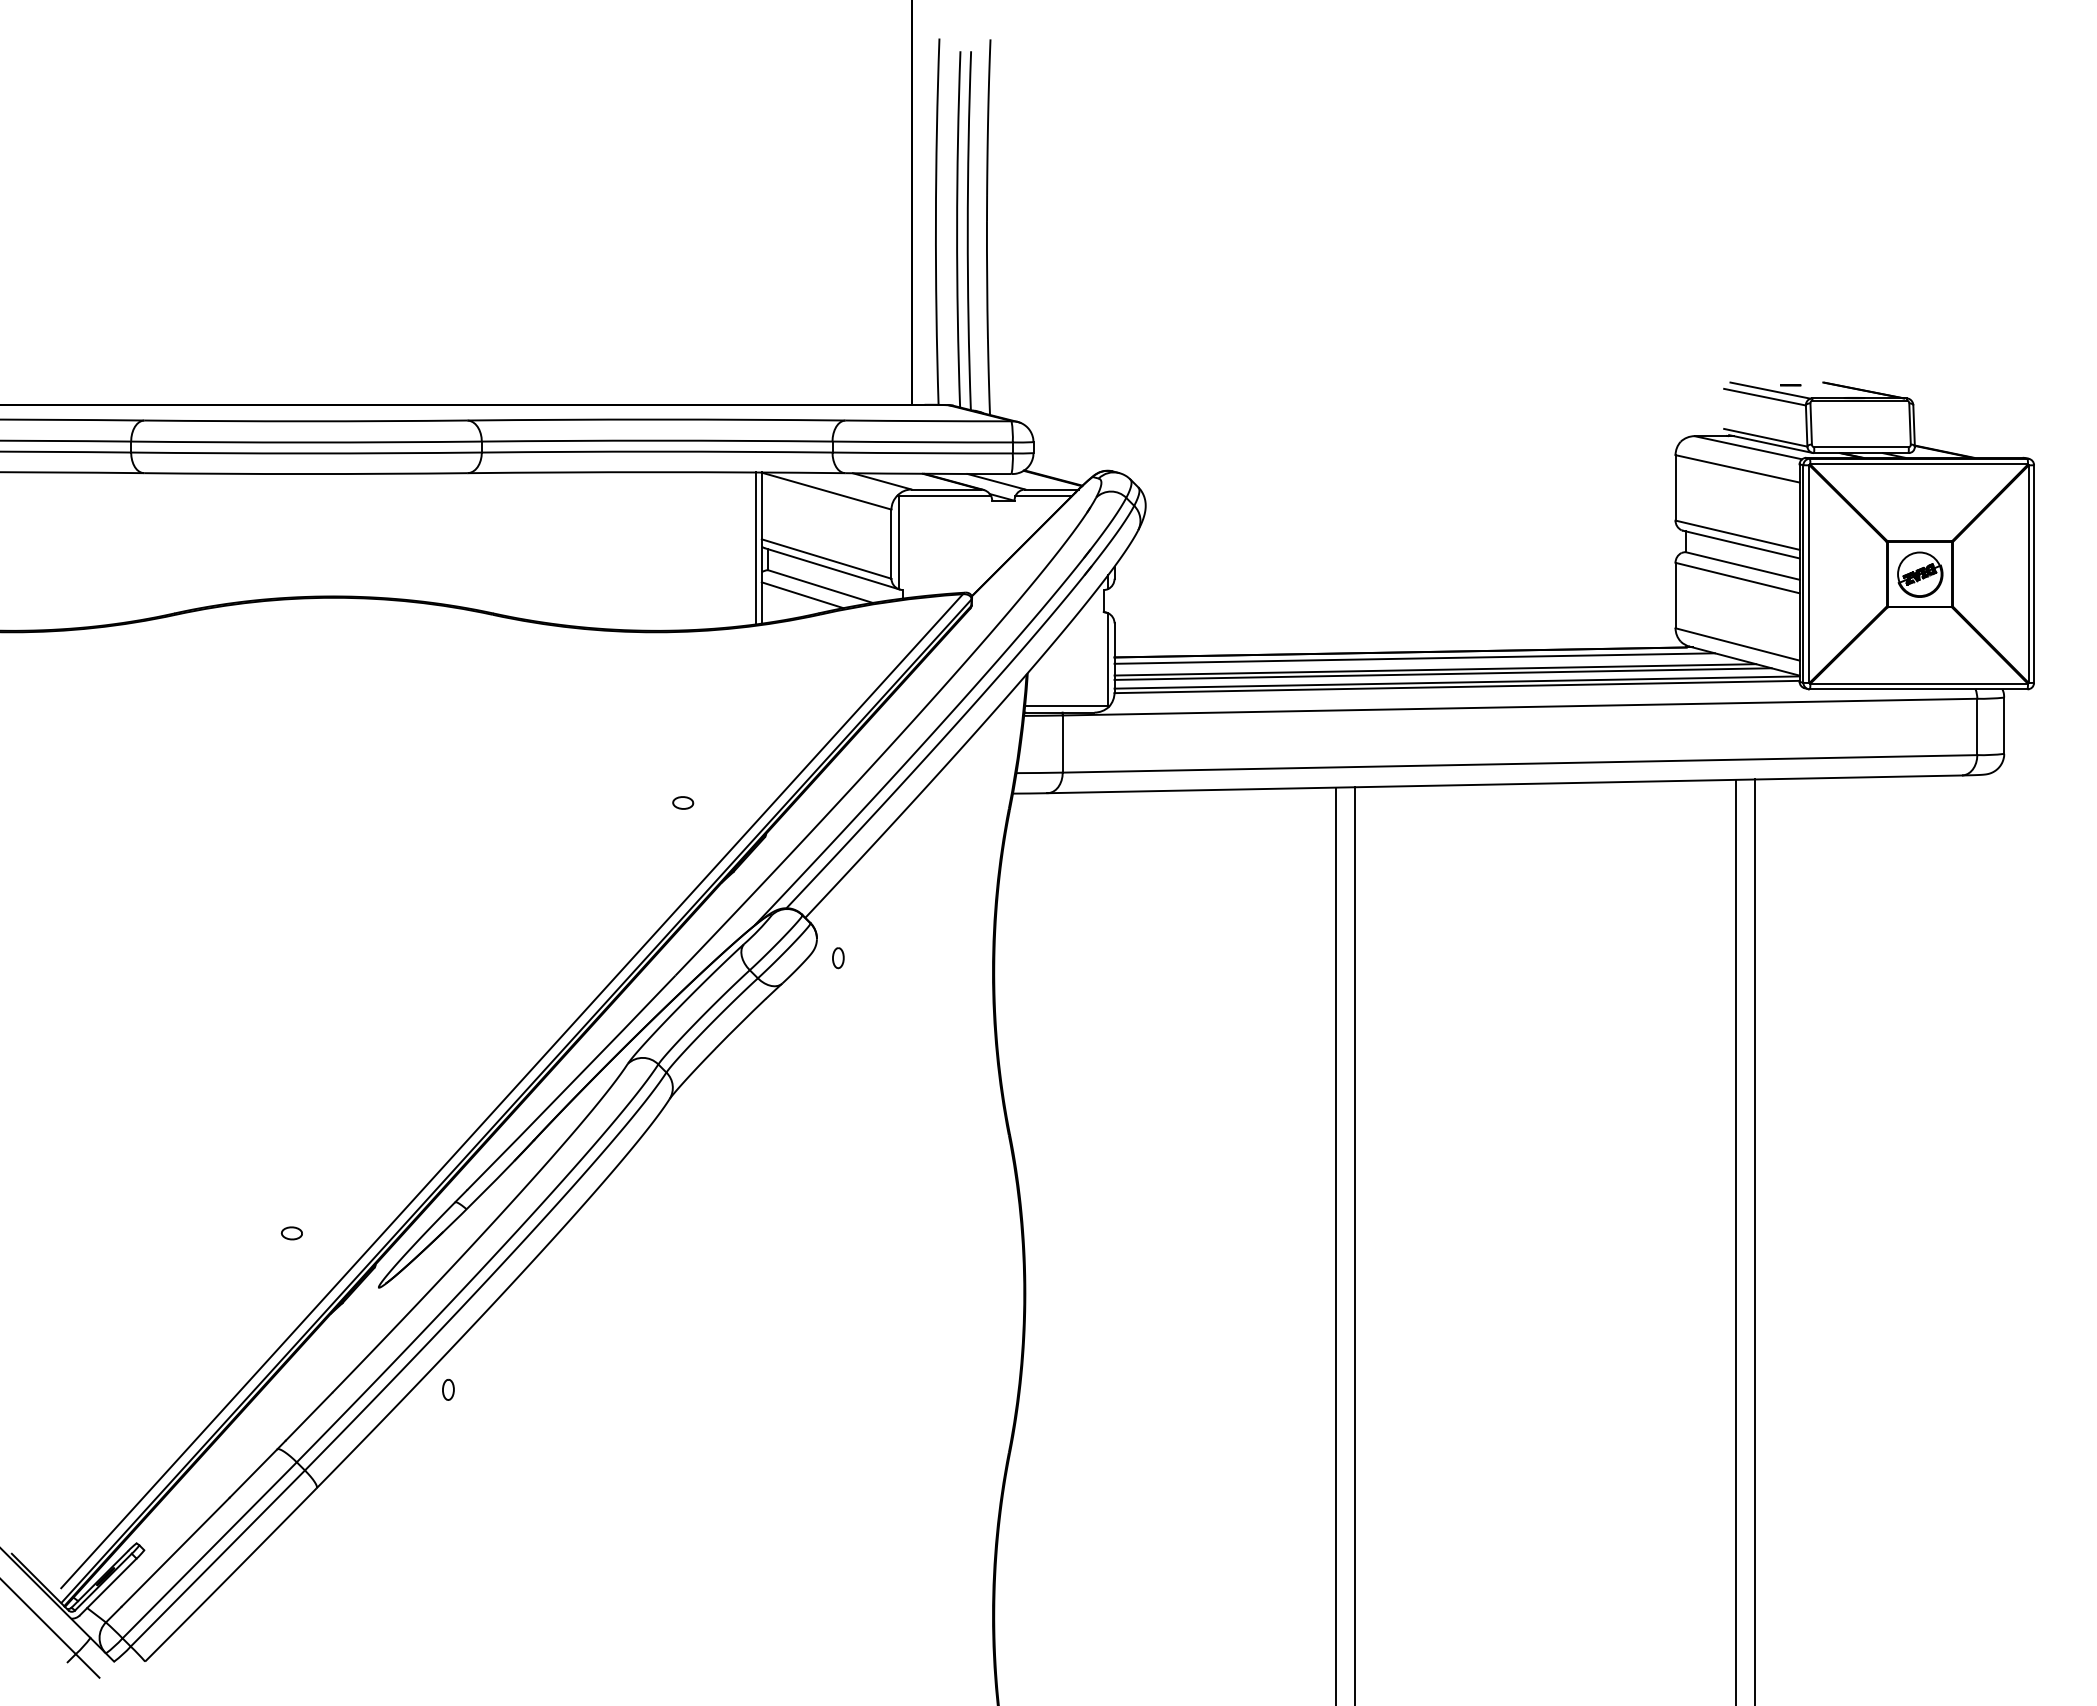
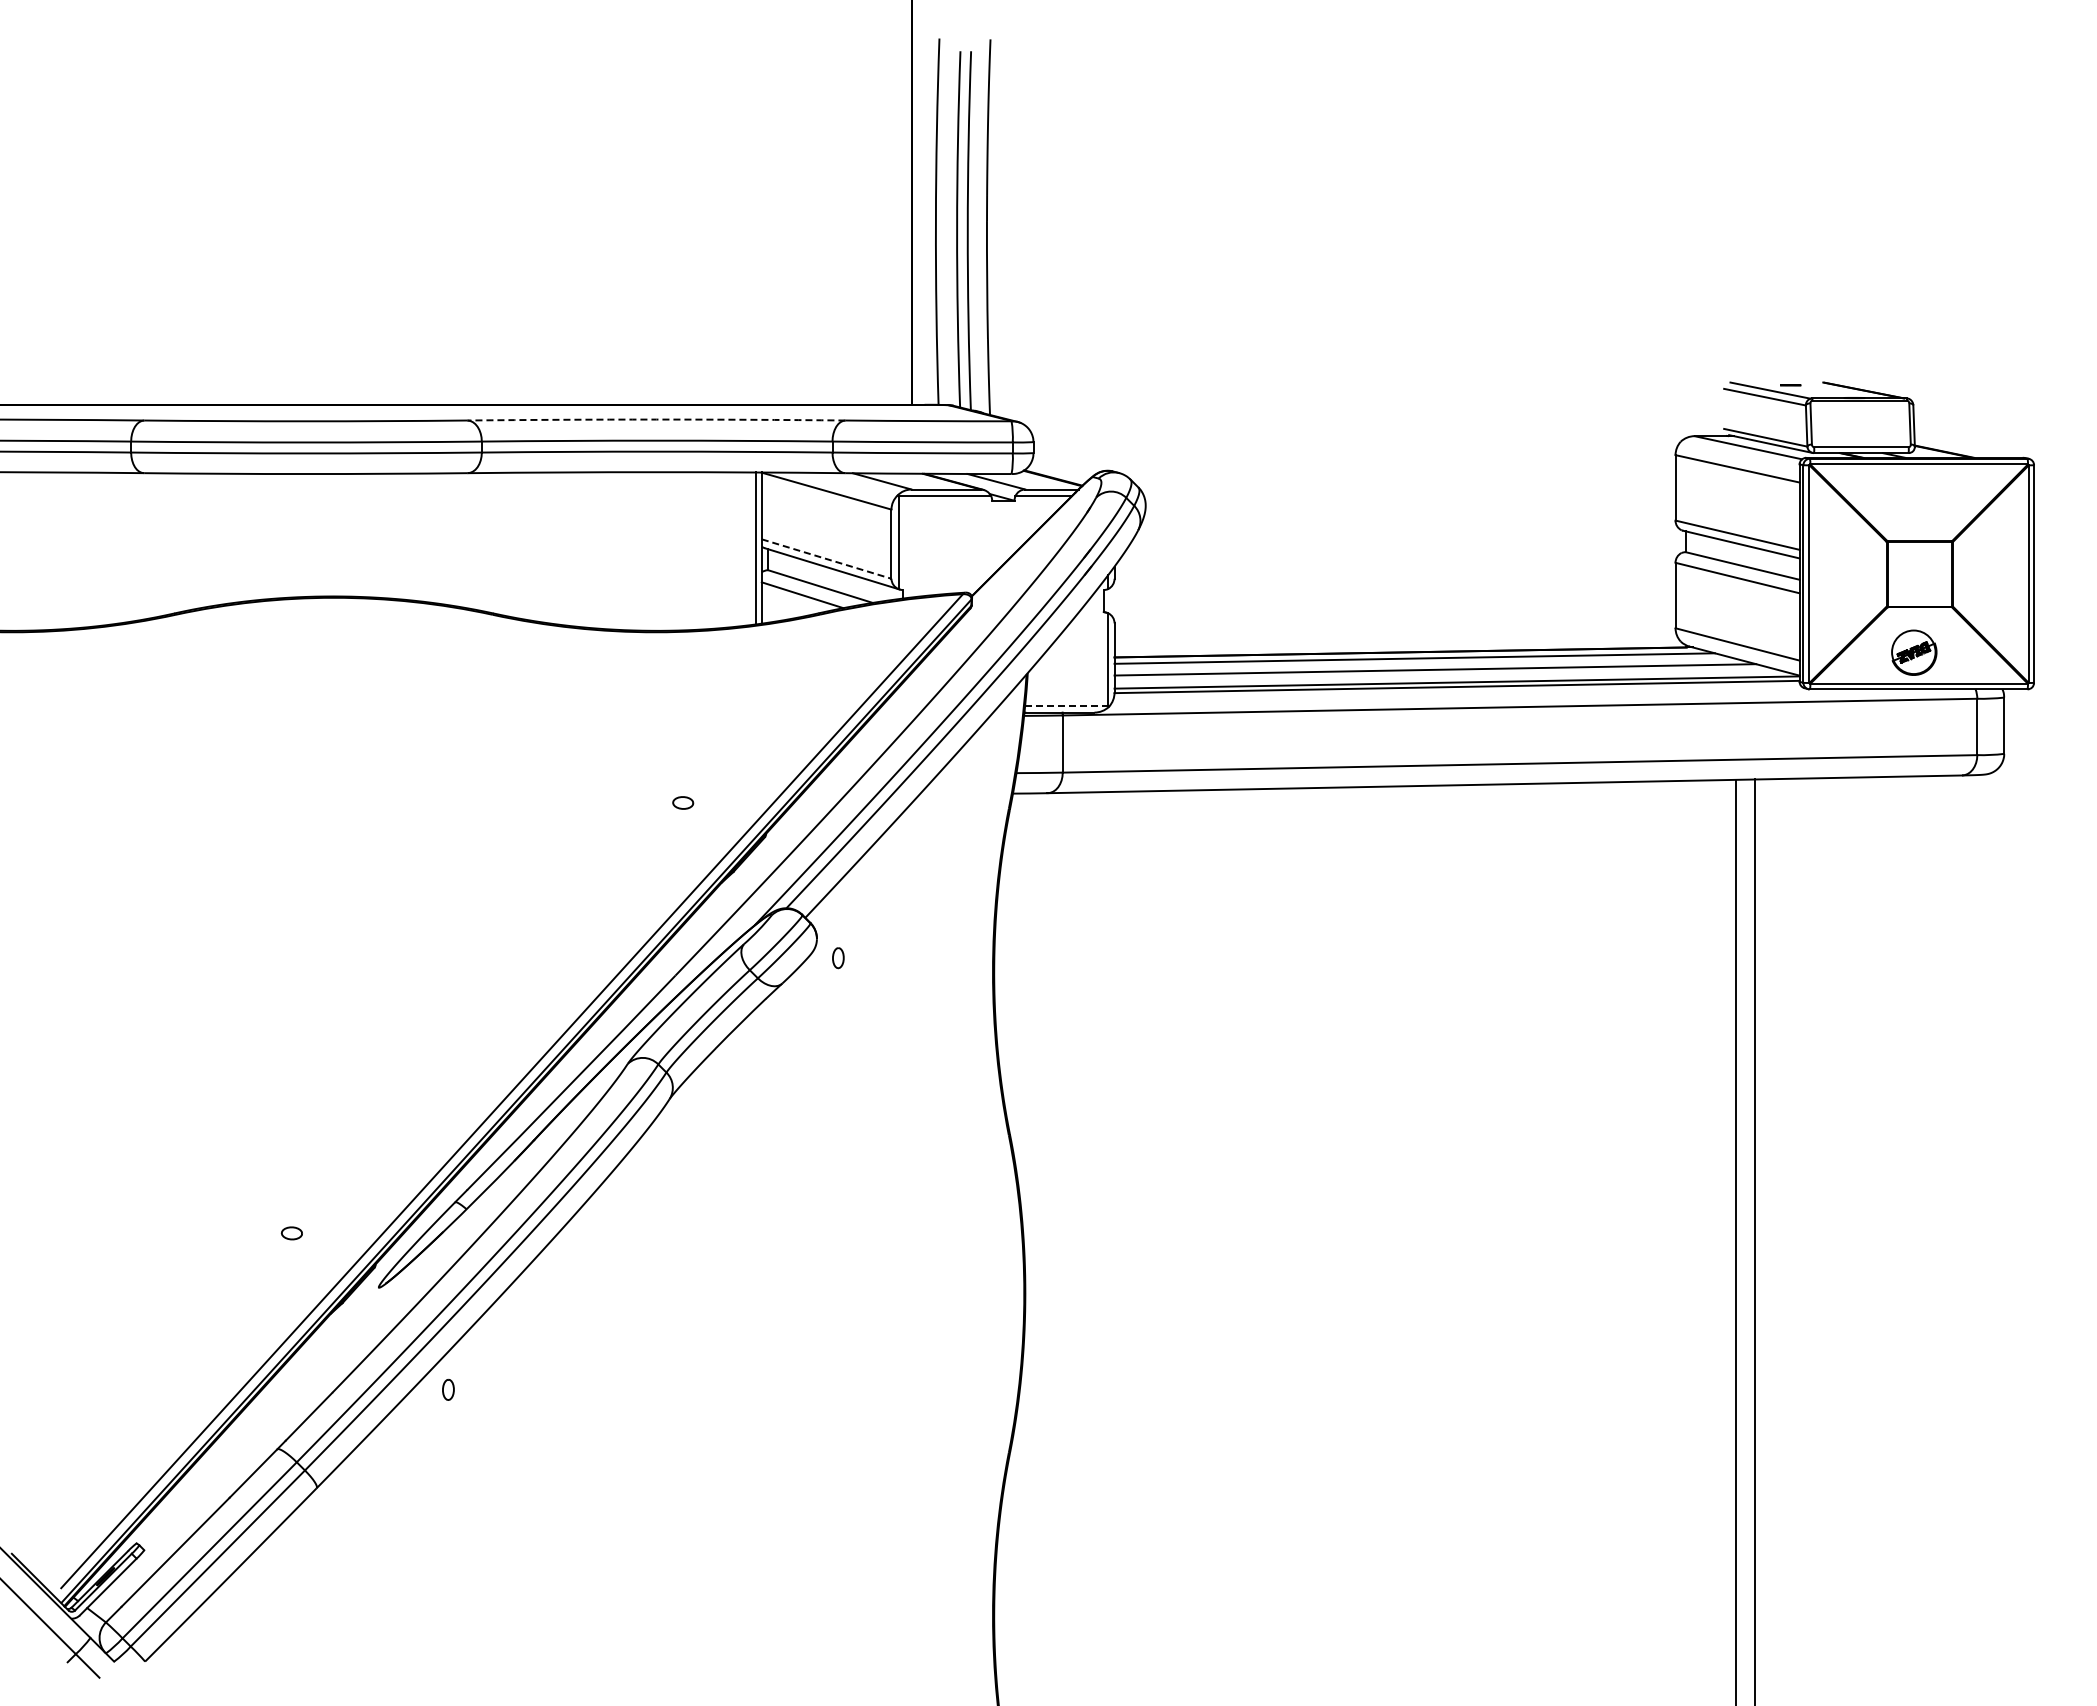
arc at (656, 419): solid -> dashed
line at (826, 559): solid -> dashed
part at (1920, 574) position: (1920, 574) -> (1914, 652)
line at (1442, 673): present -> none
line at (1066, 706): solid -> dashed
line at (1335, 1244): present -> none
line at (1354, 1244): present -> none
